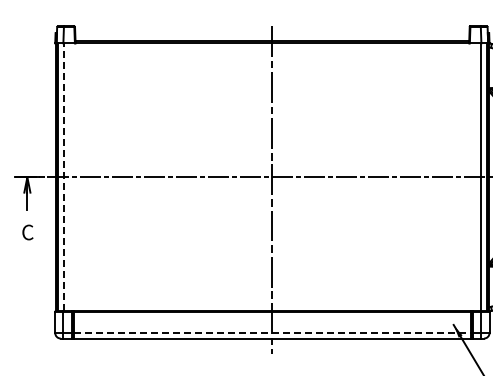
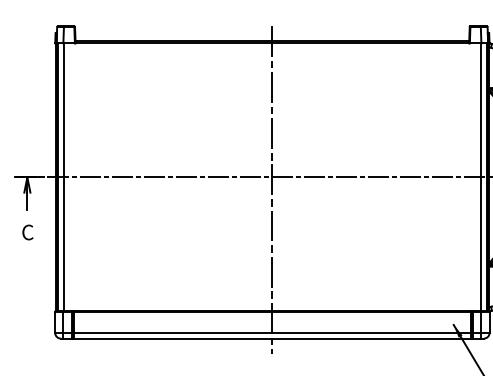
line at (63, 176): dashed -> solid
line at (272, 333): dashed -> solid
